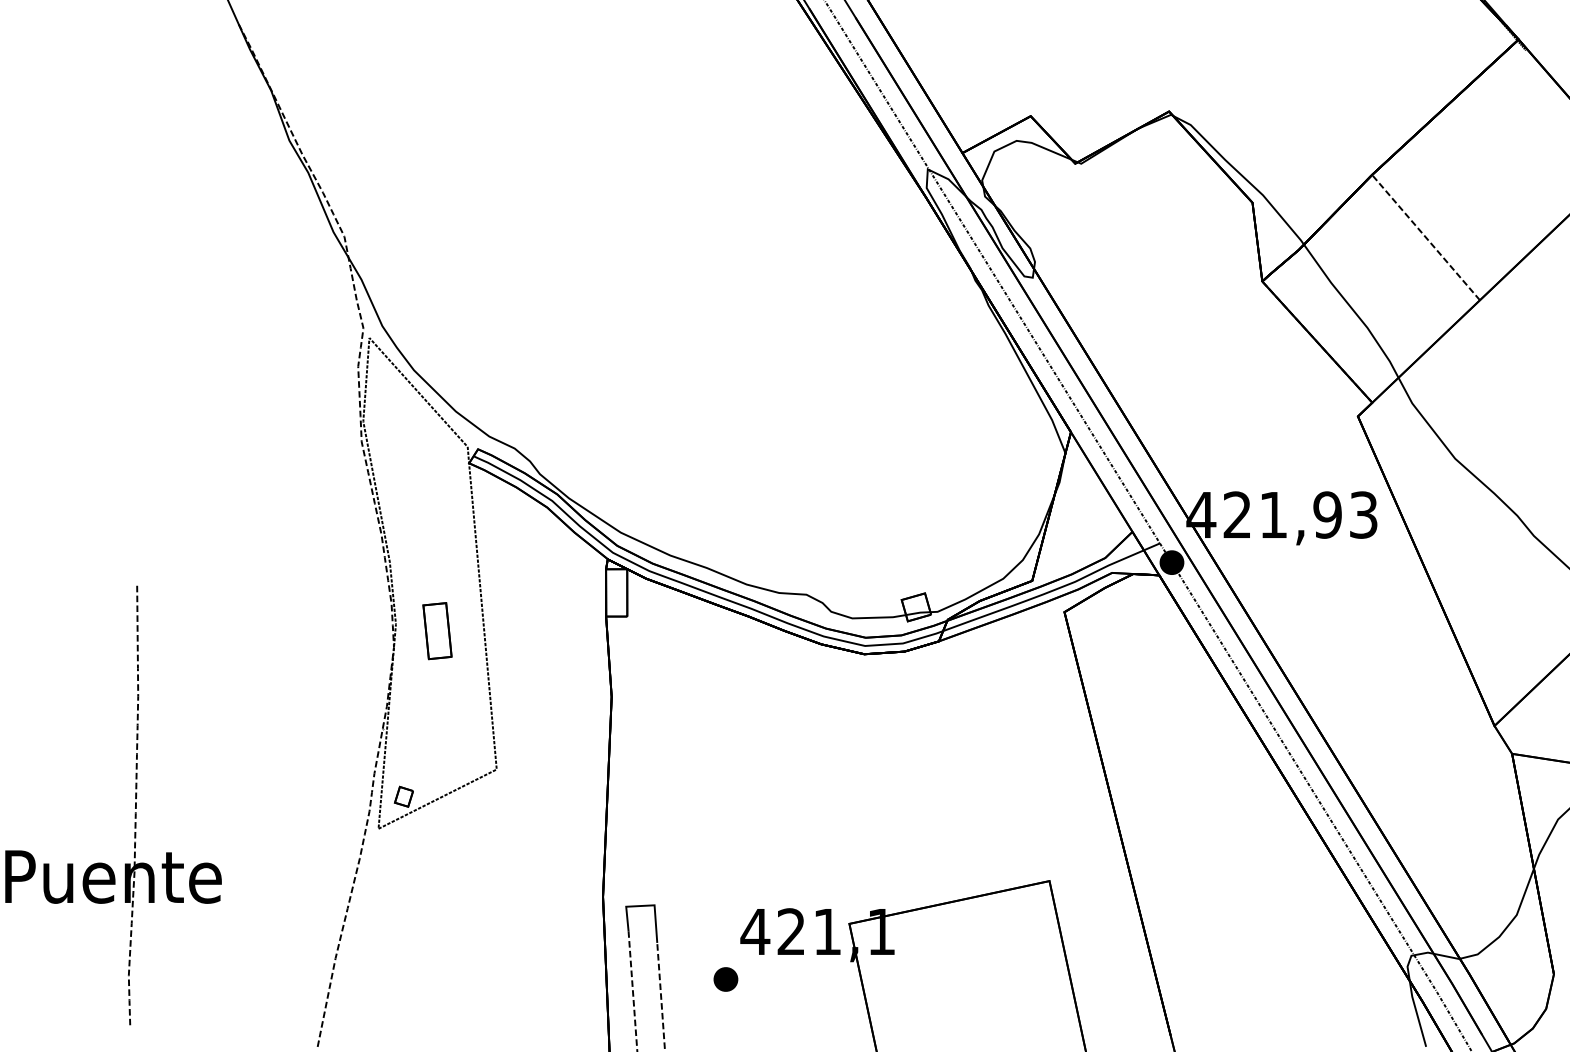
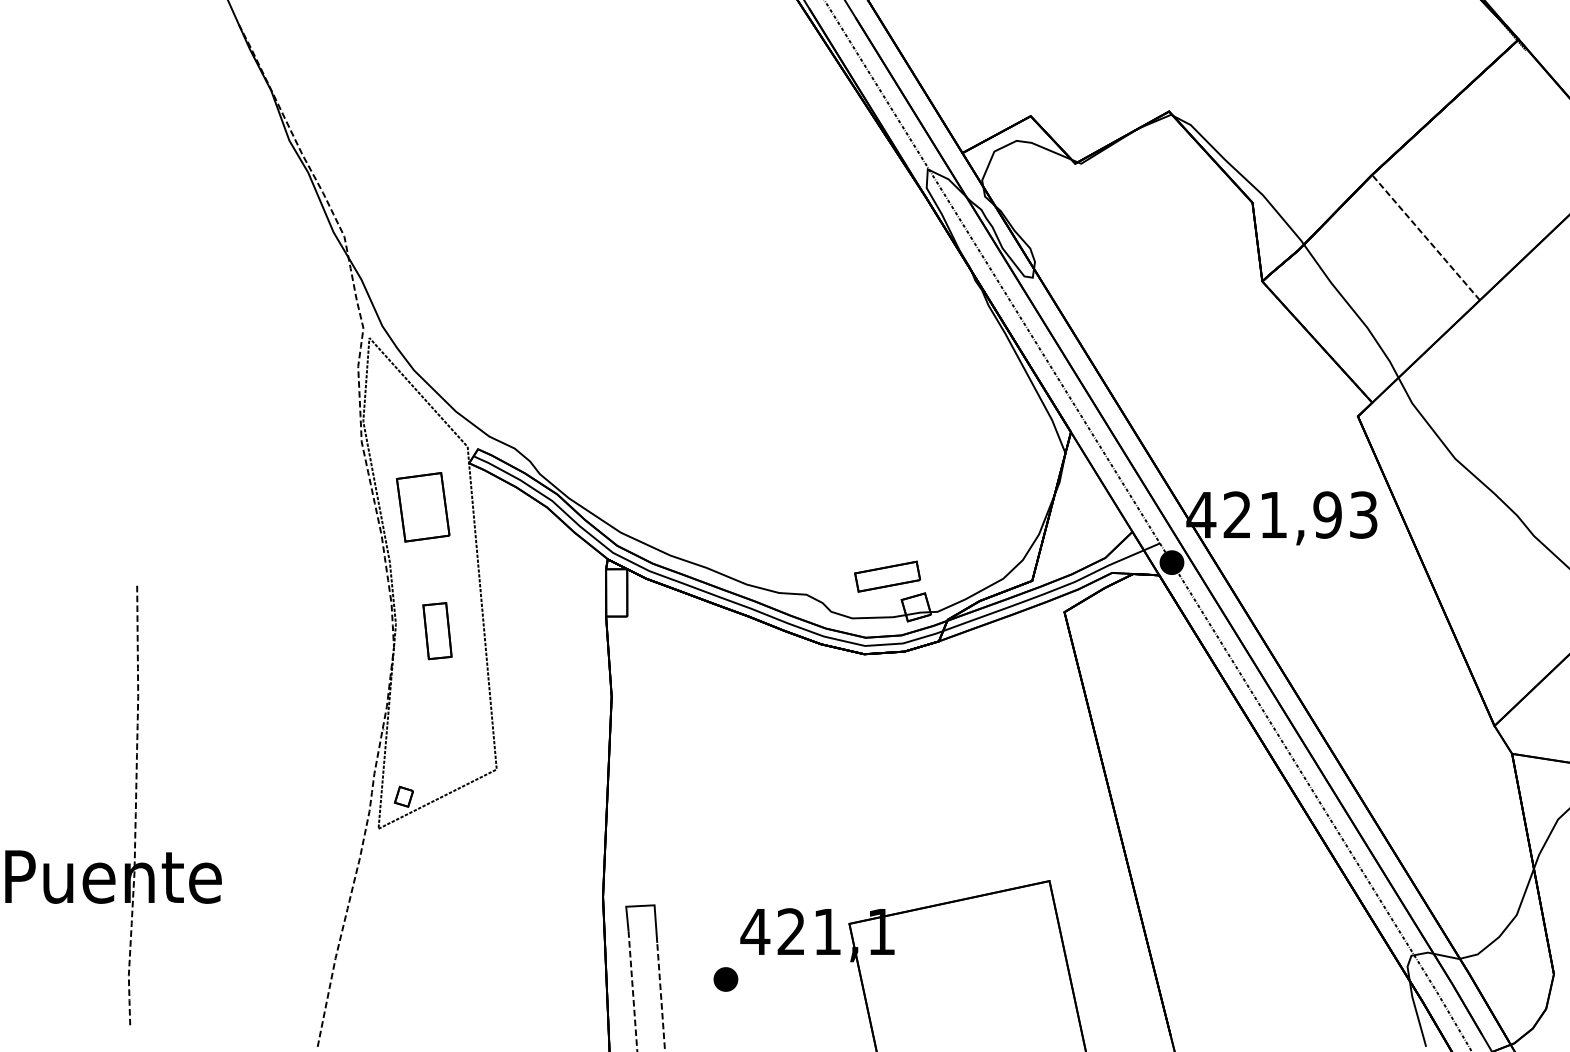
part at (423, 507): none -> present
part at (887, 576): none -> present
